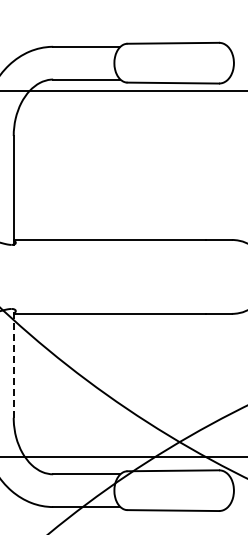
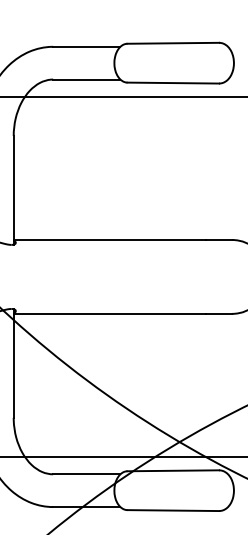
line at (123, 91) position: (123, 91) -> (123, 97)
line at (13, 363): dashed -> solid
